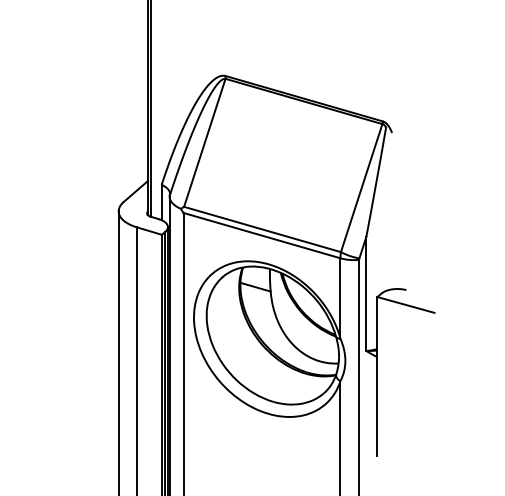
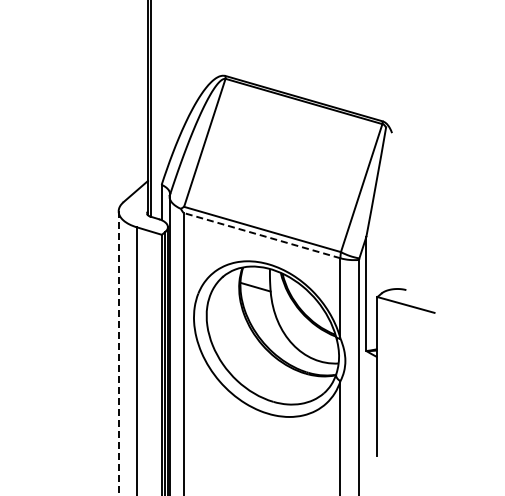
line at (262, 235): solid -> dashed
line at (118, 353): solid -> dashed
